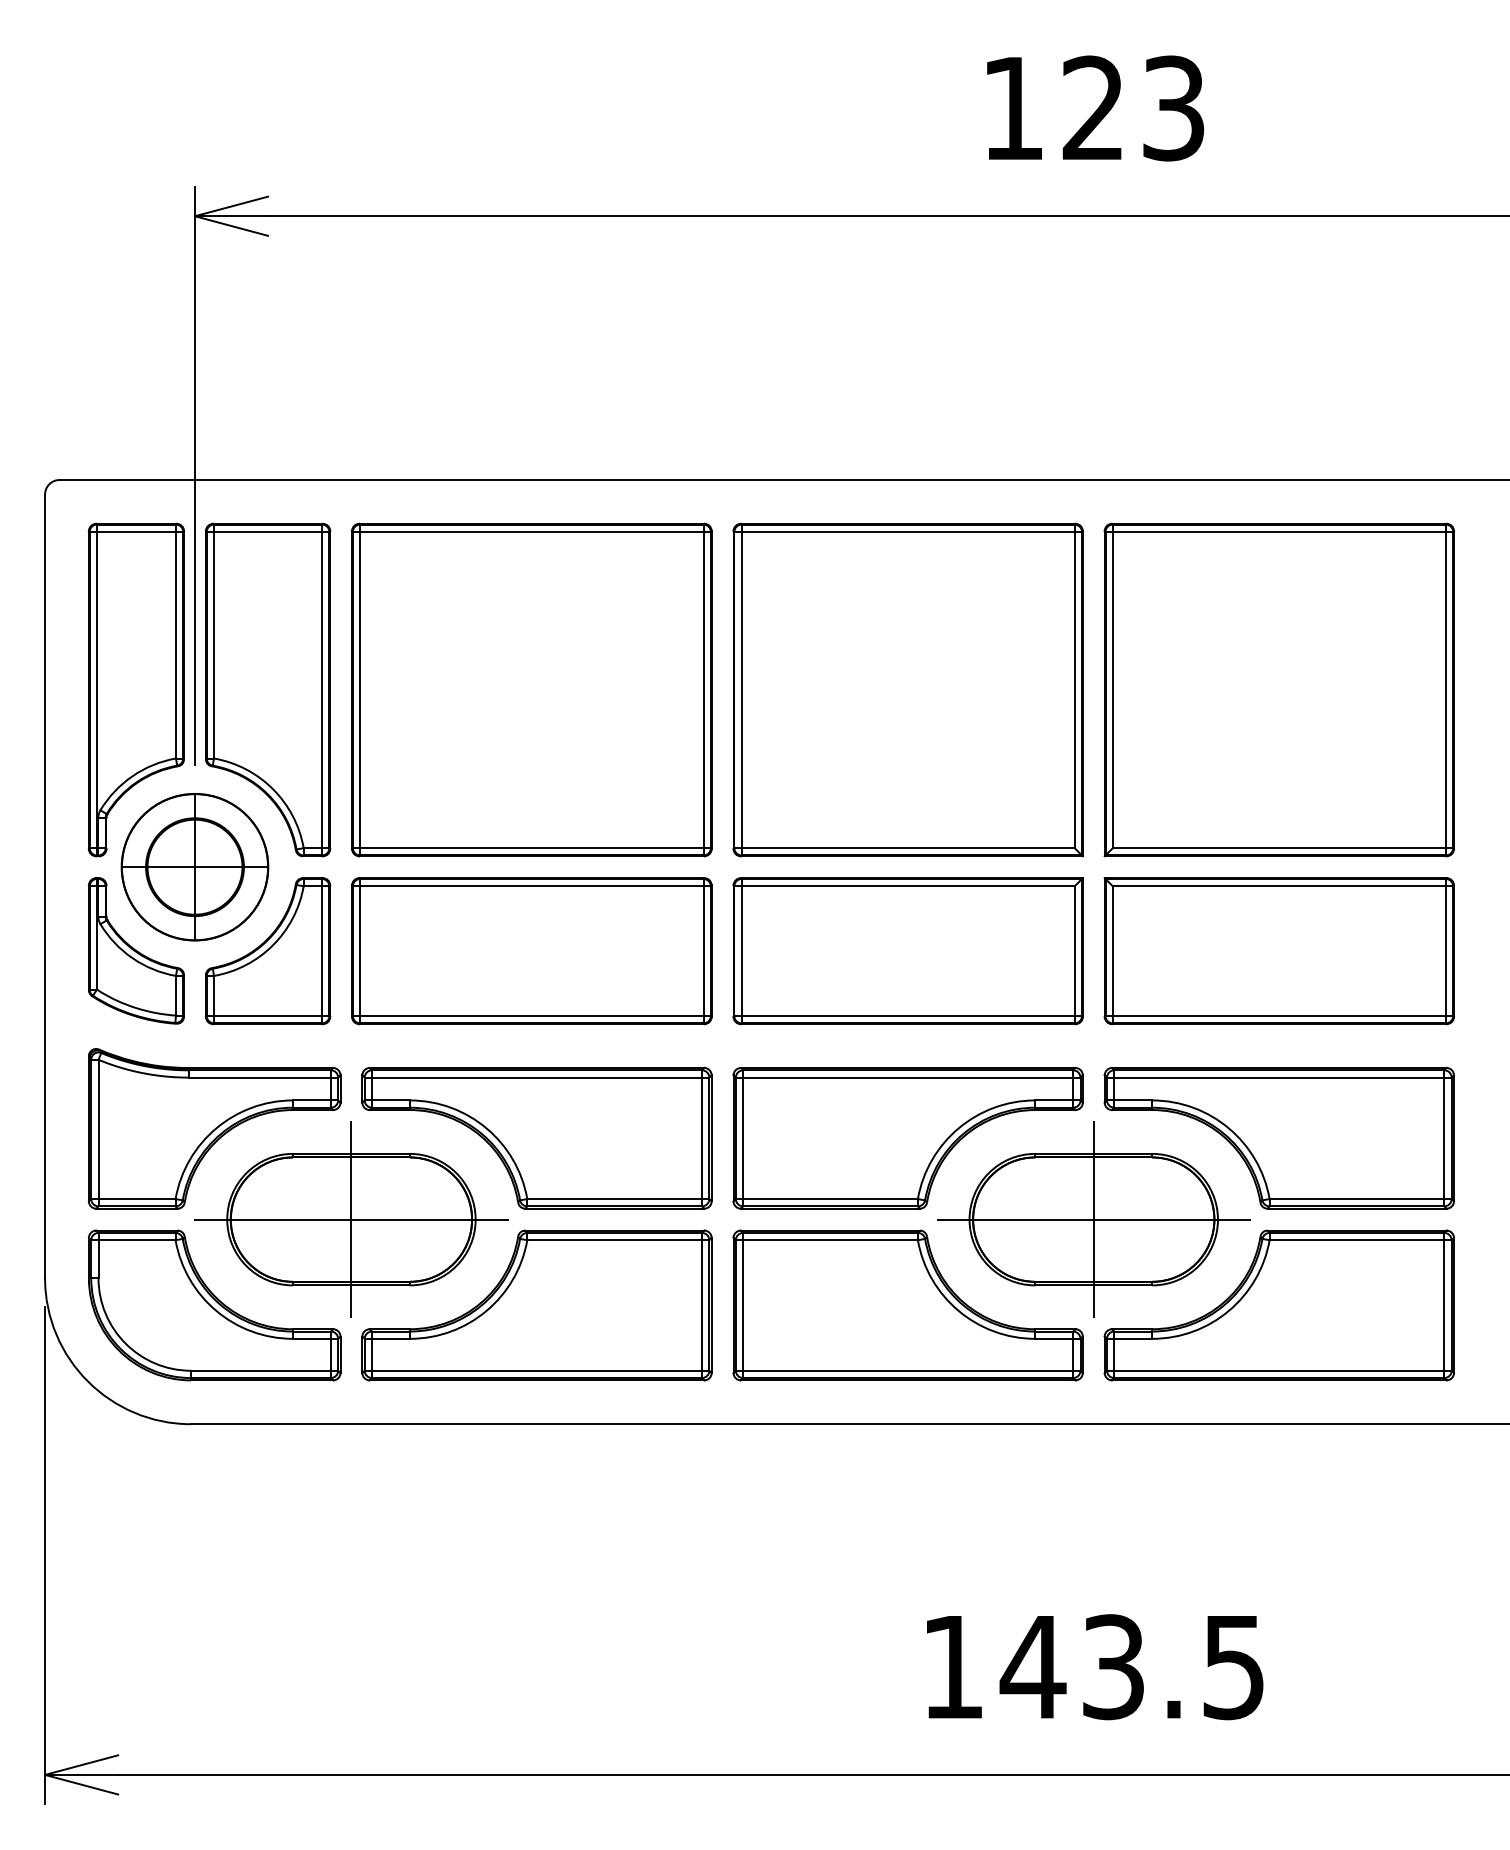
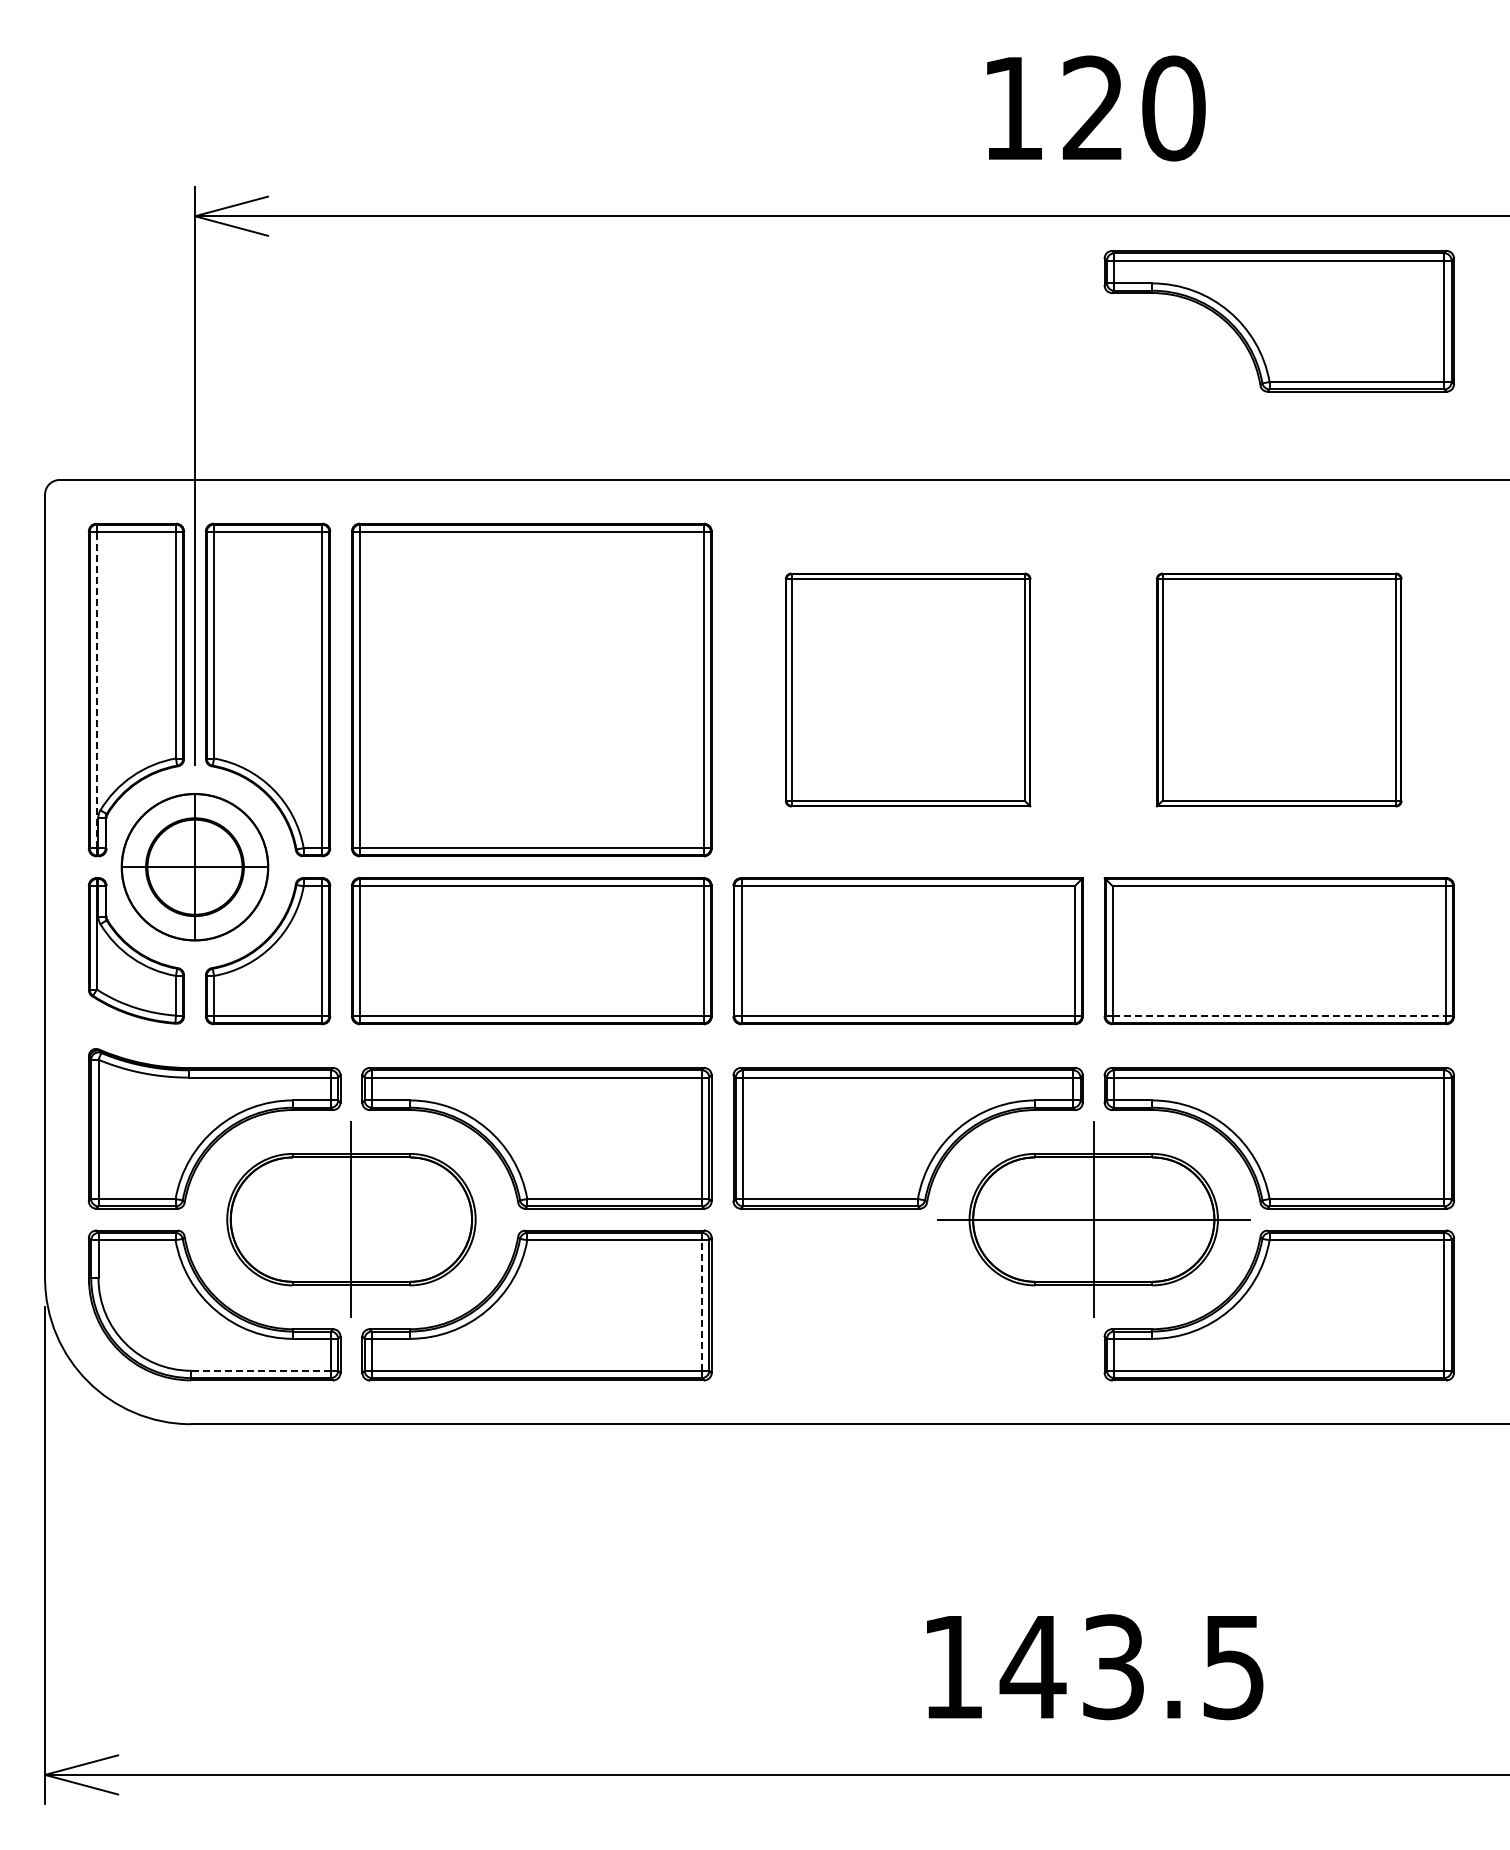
text at (1173, 108): 123 -> 120
part at (1278, 320): none -> present
line at (96, 689): solid -> dashed
part at (907, 689) size: 352x336 px -> 248x236 px
part at (1278, 689) size: 352x336 px -> 247x236 px
line at (1279, 1016): solid -> dashed
line at (351, 1219): present -> none
line at (702, 1304): solid -> dashed
part at (907, 1305): present -> none
line at (261, 1370): solid -> dashed
